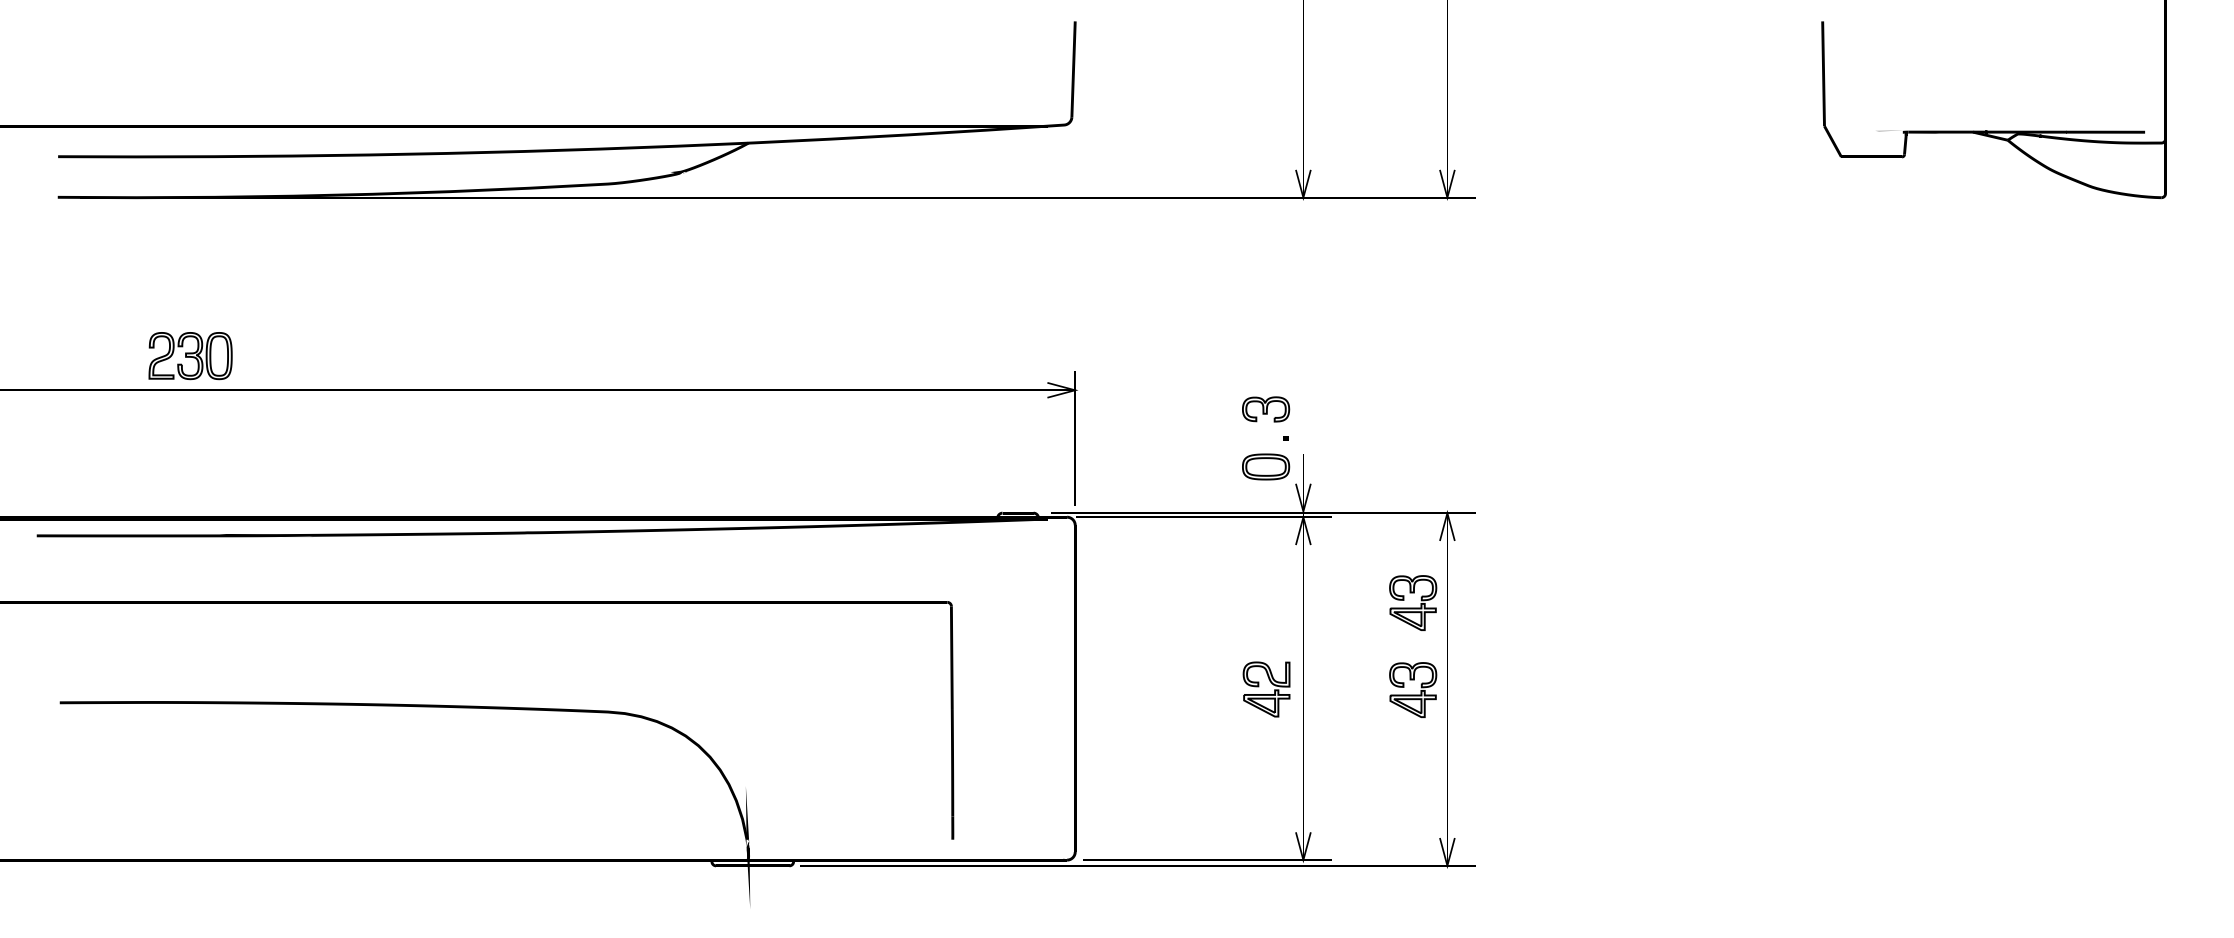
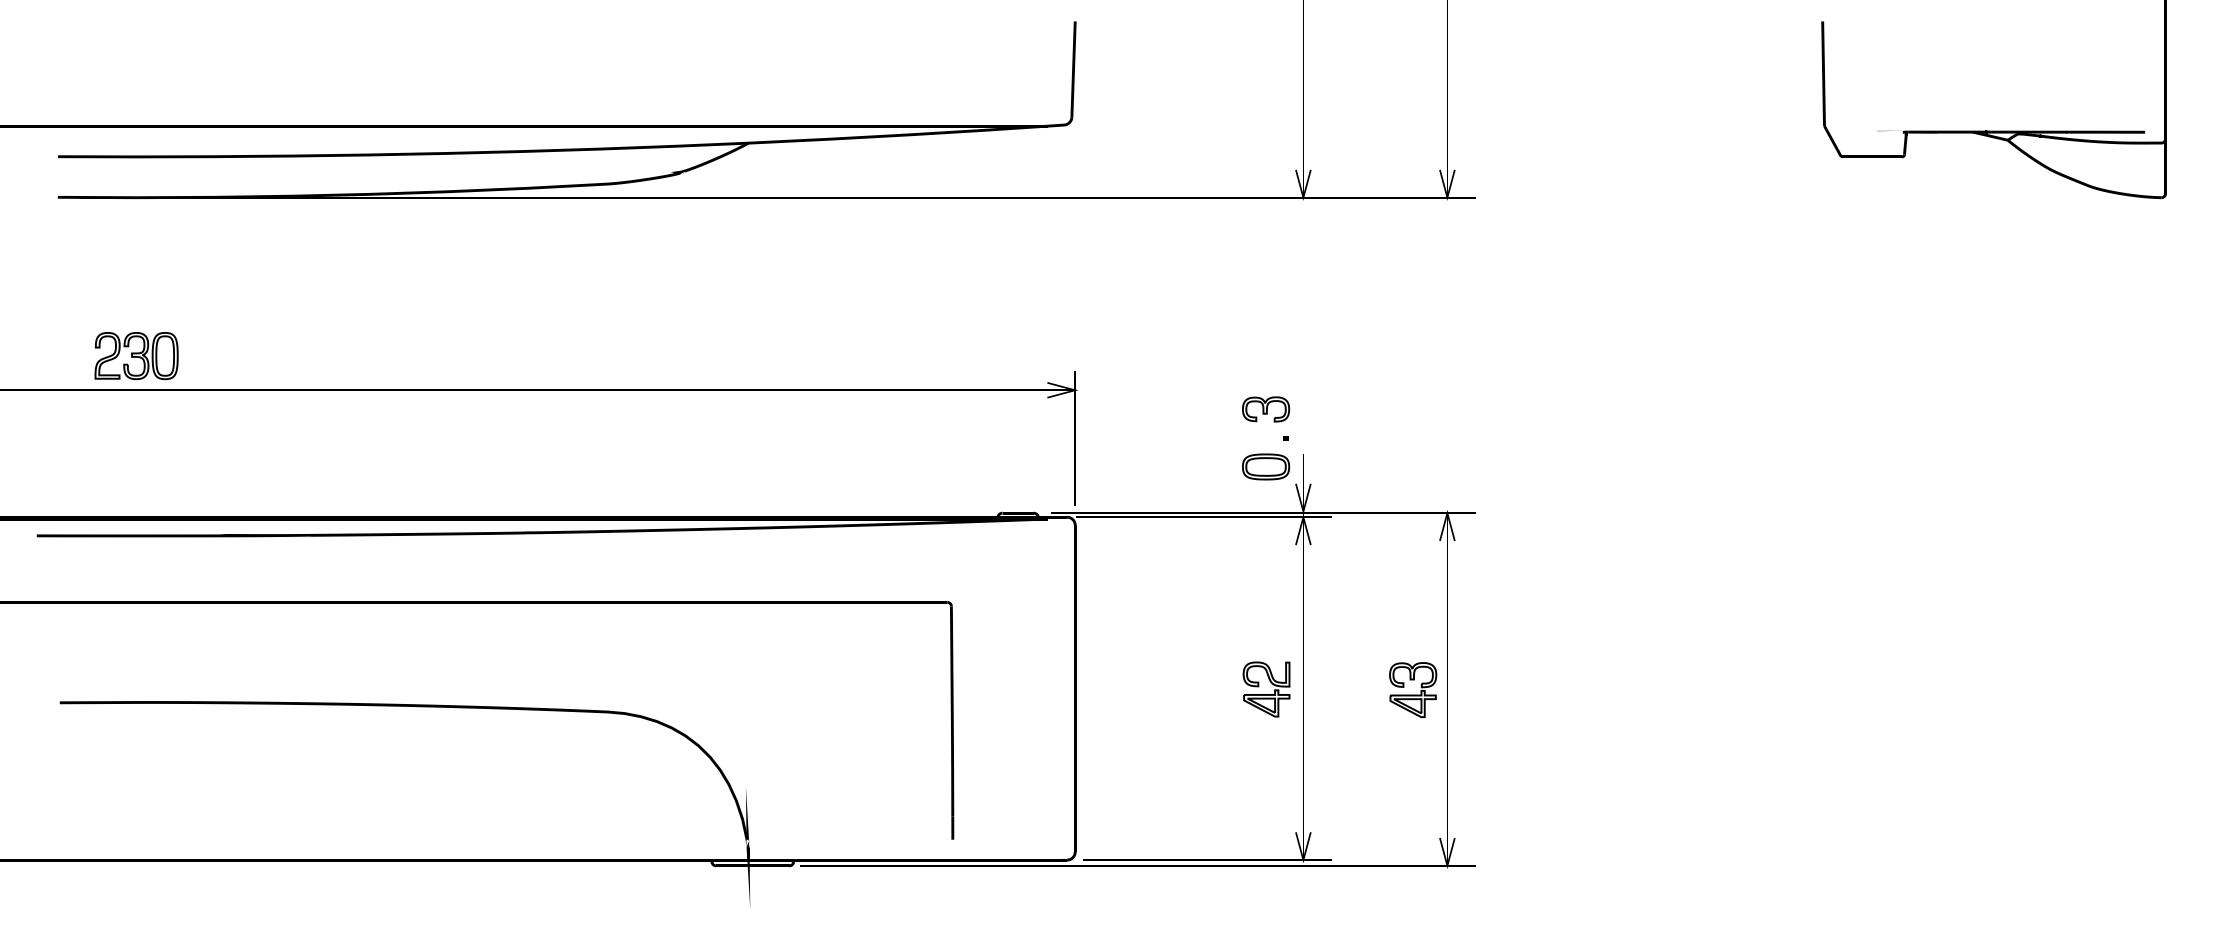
part at (190, 356) position: (190, 356) -> (136, 356)
part at (1413, 602): present -> none
